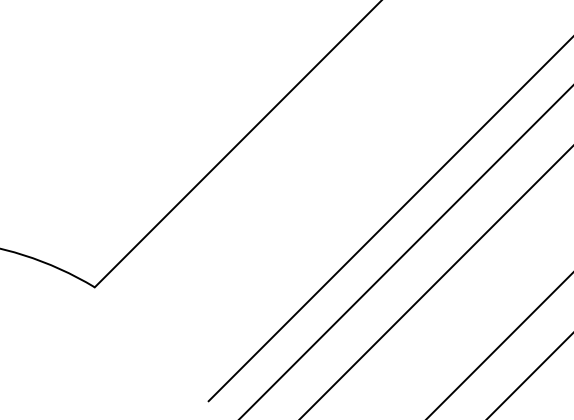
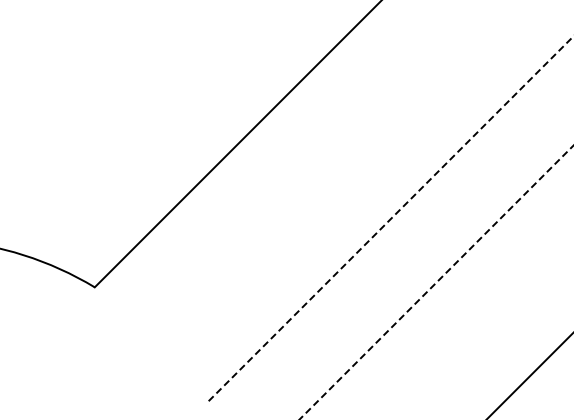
line at (391, 218): solid -> dashed
line at (406, 252): present -> none
line at (436, 282): solid -> dashed
line at (499, 345): present -> none
